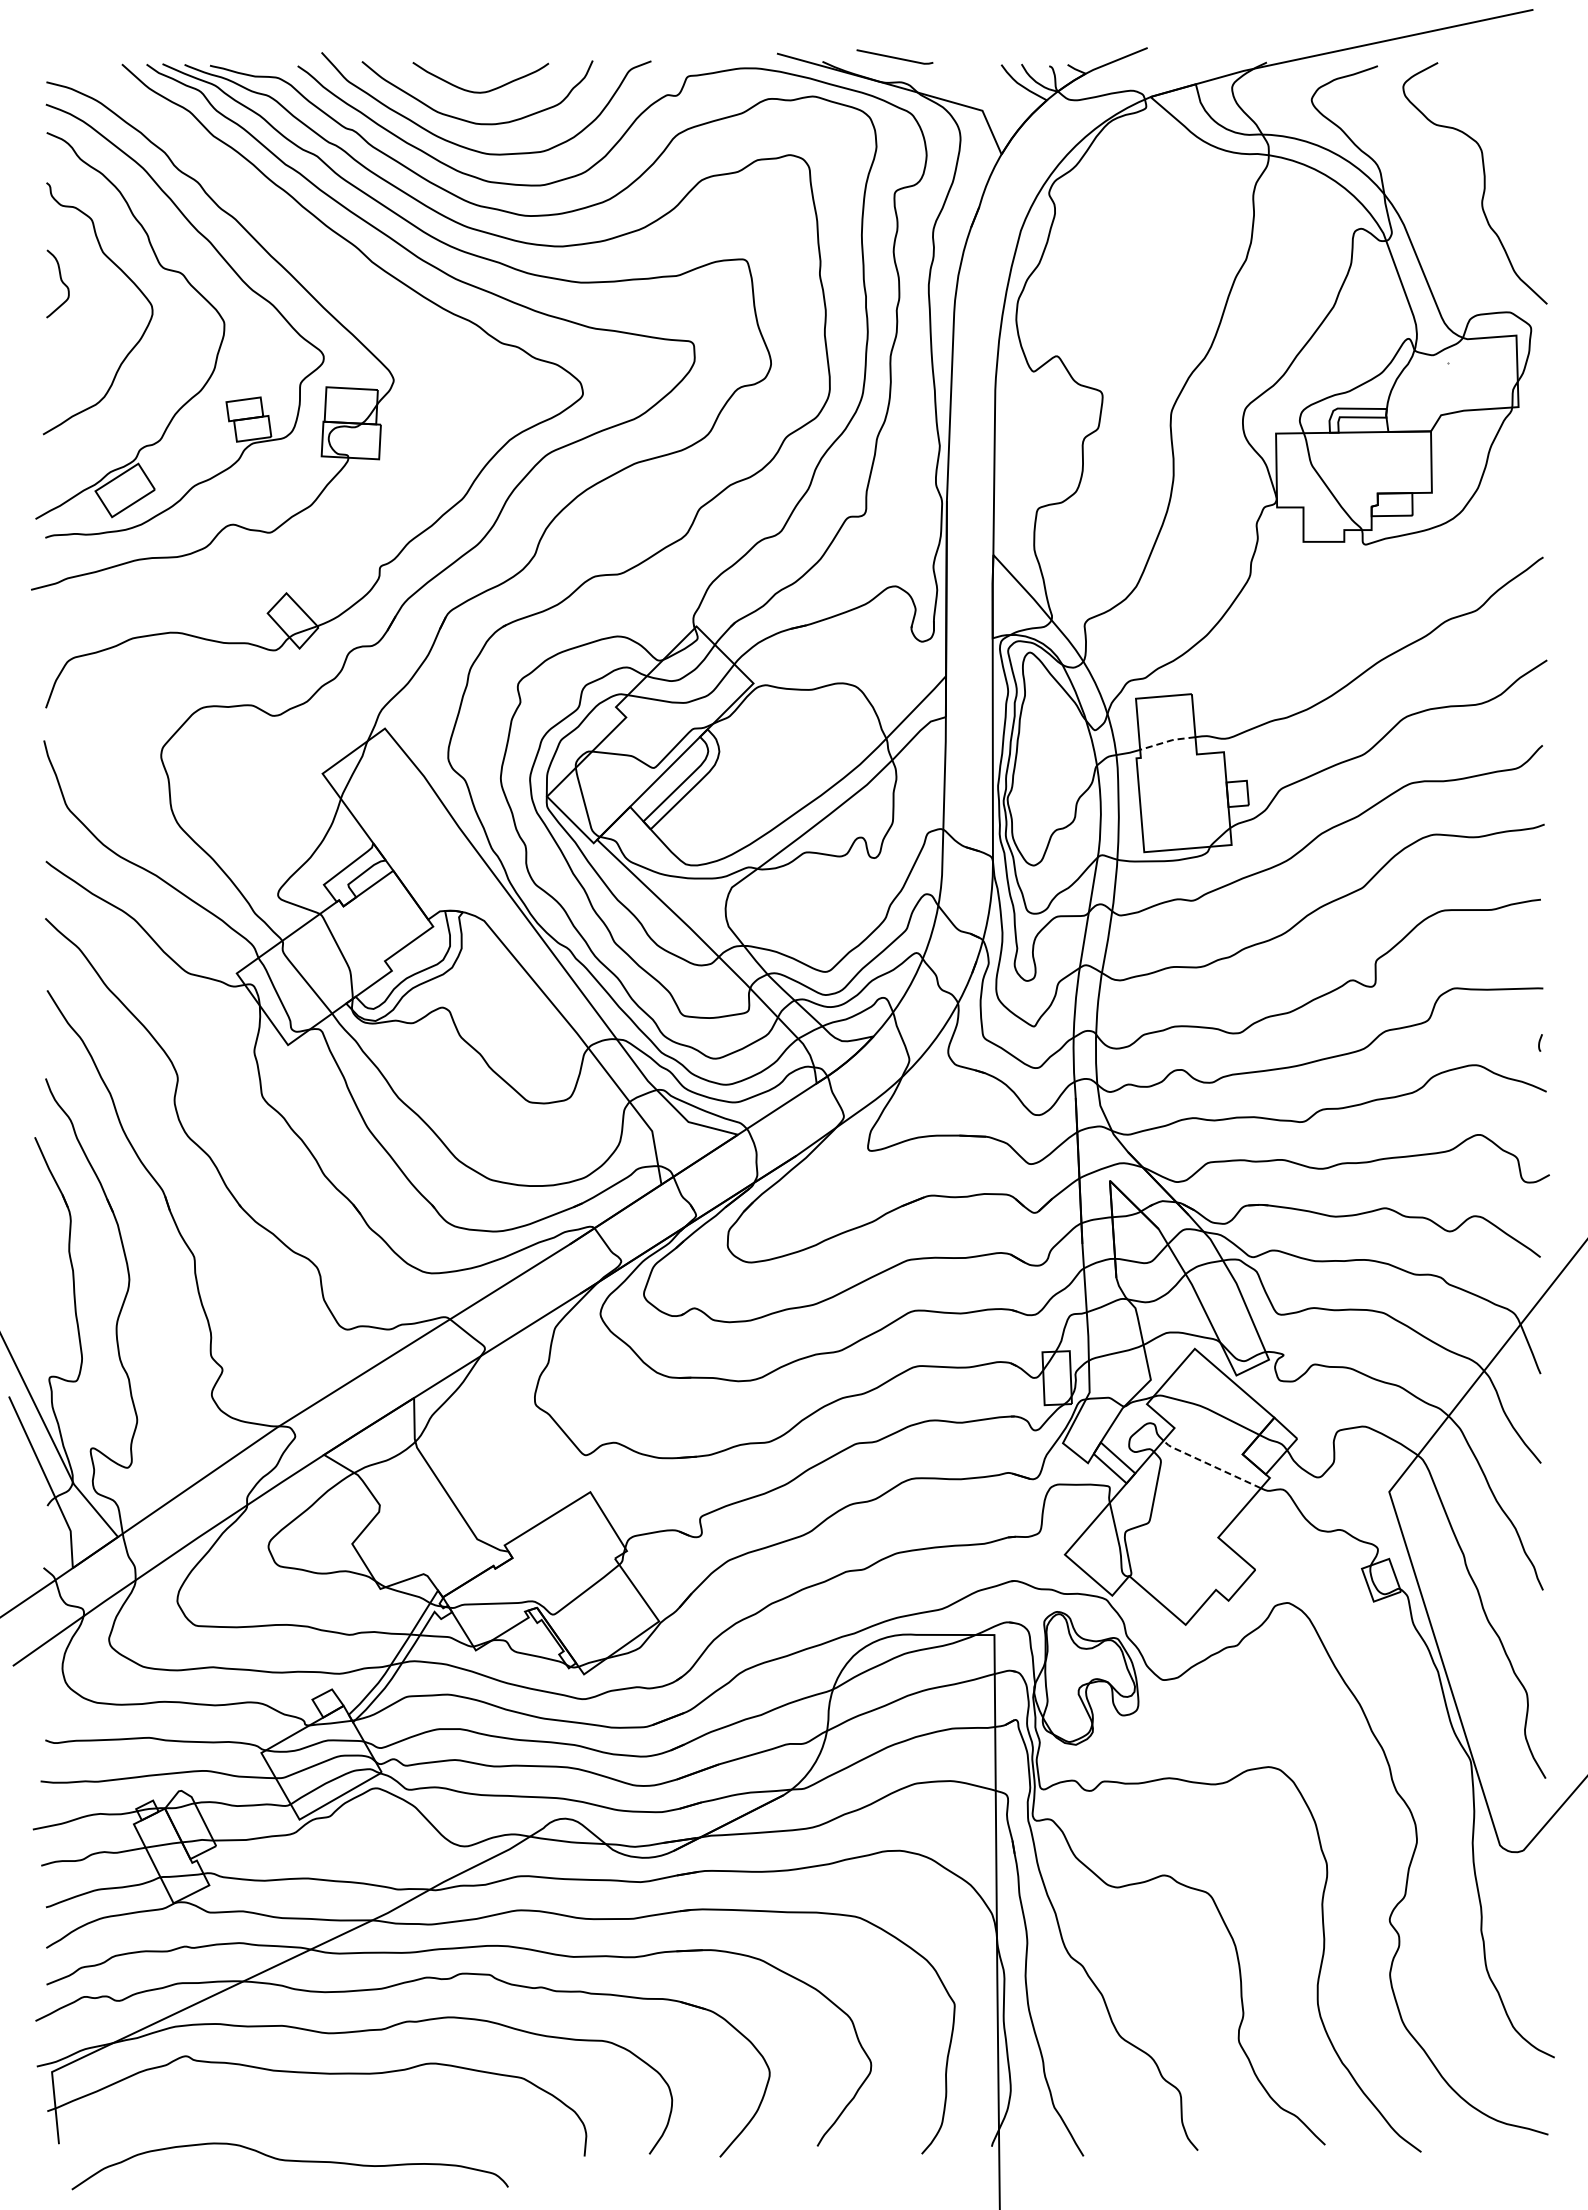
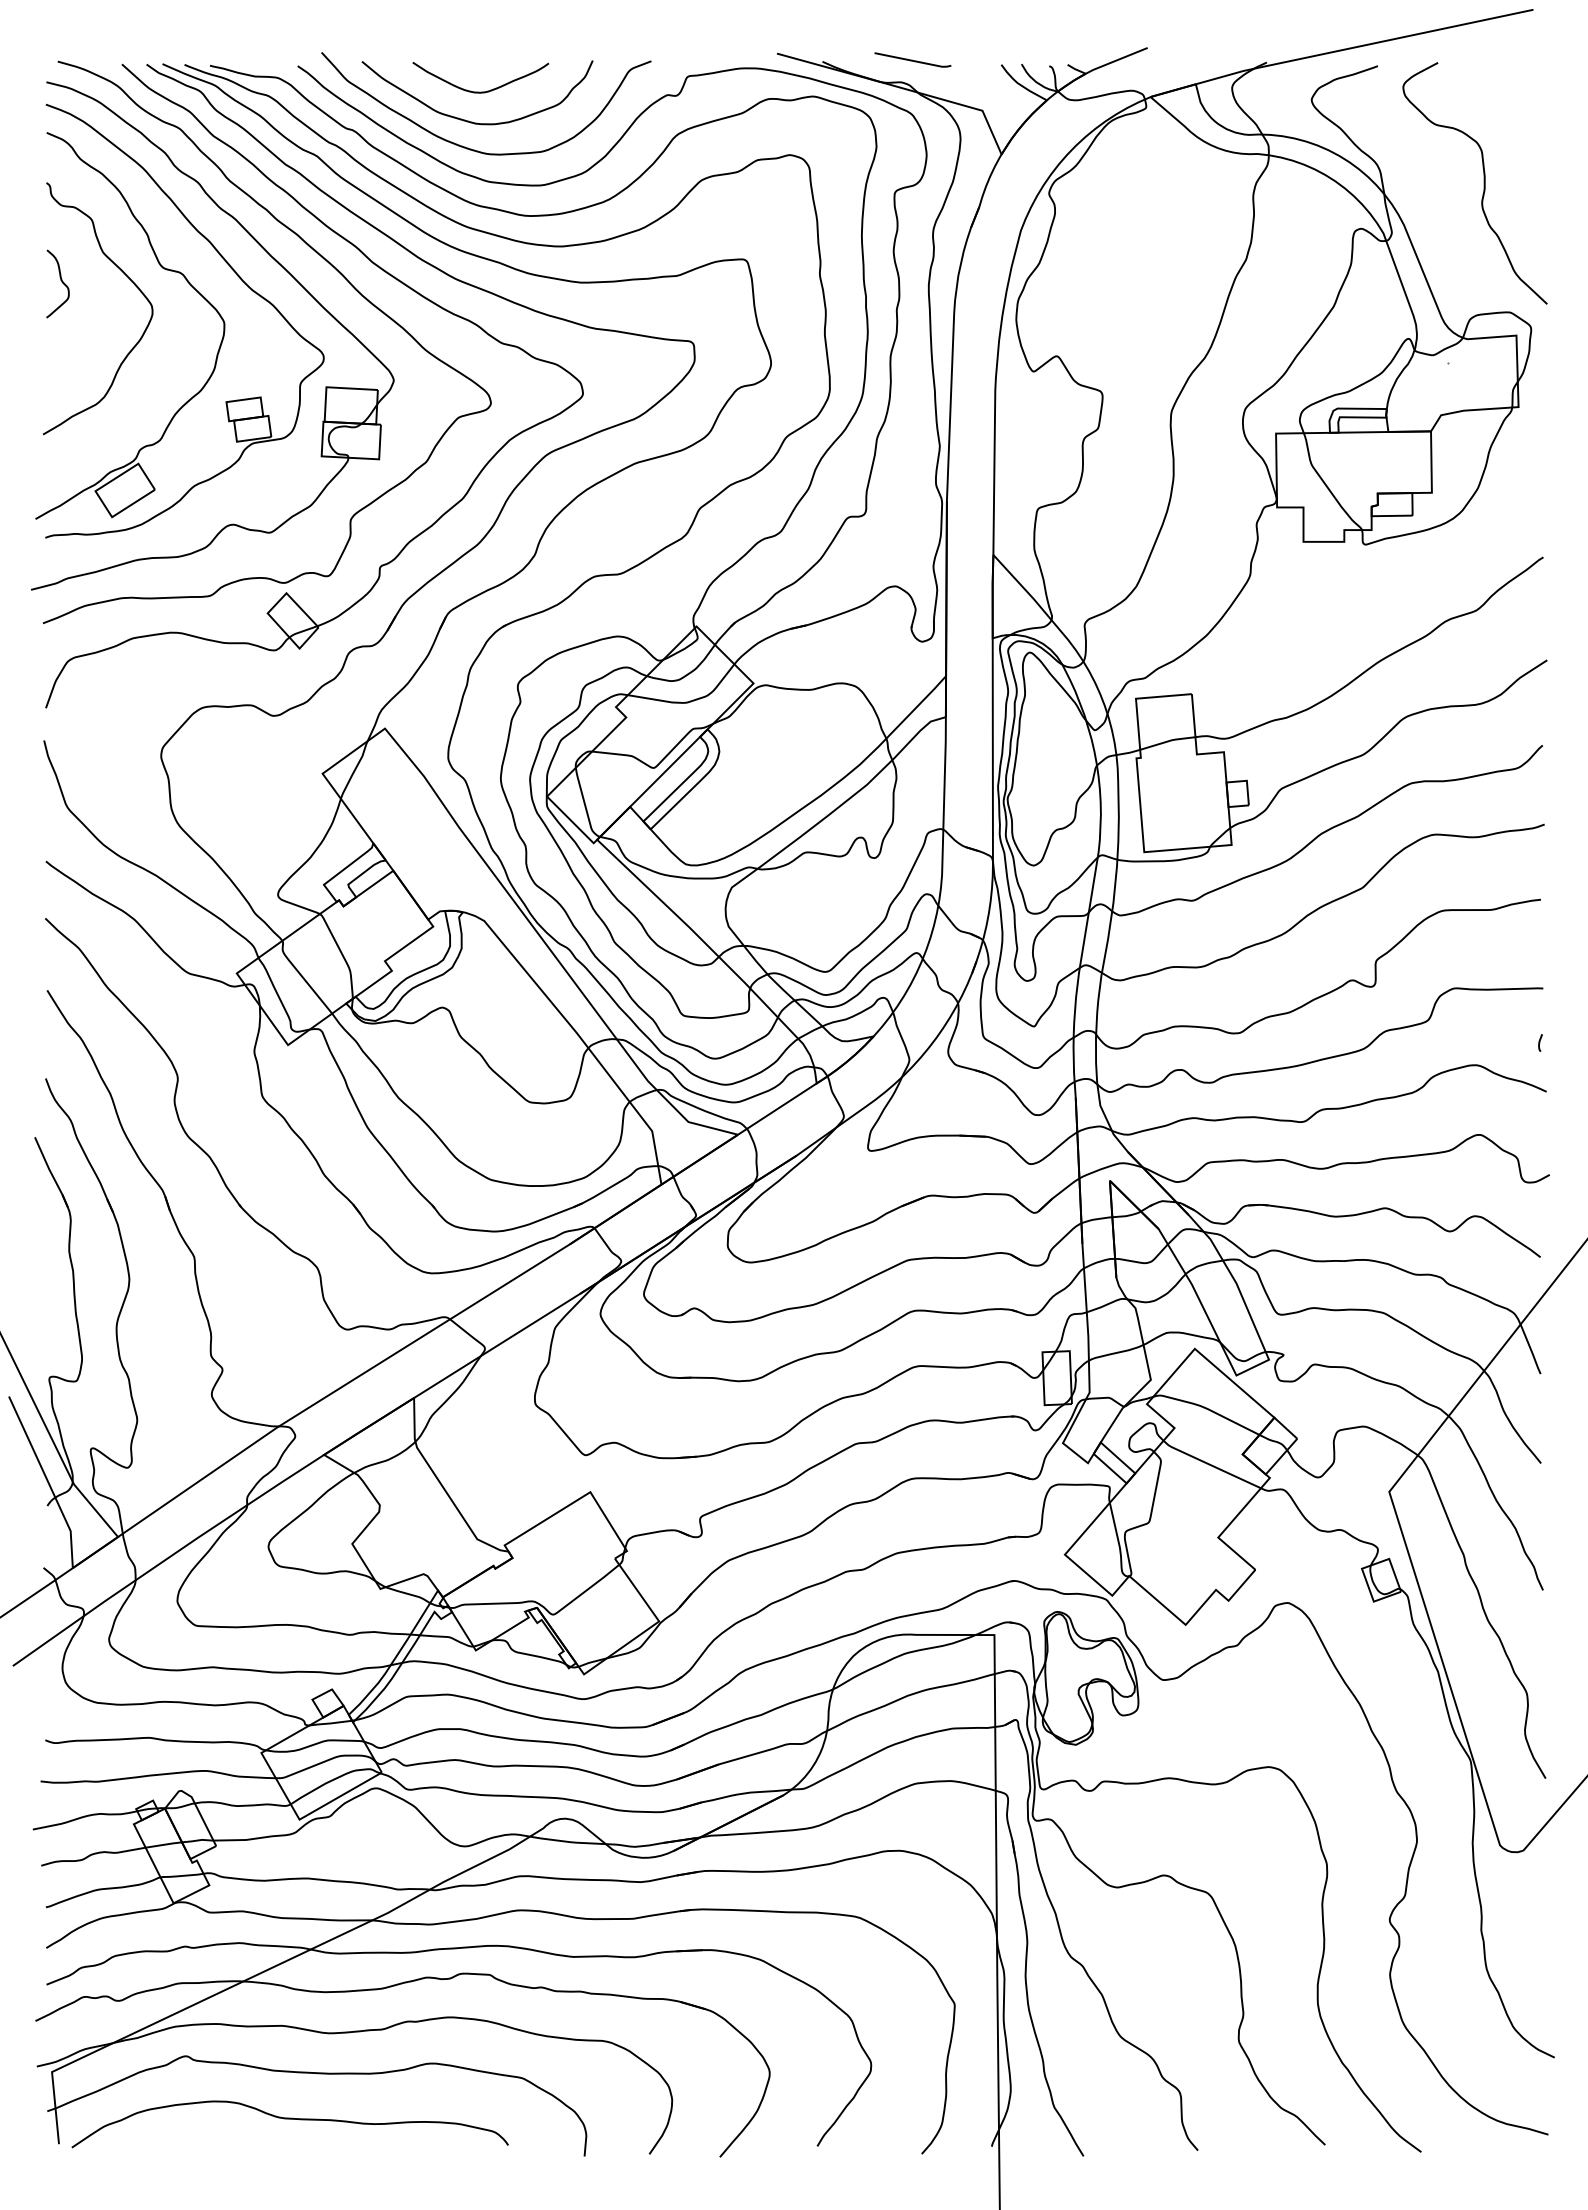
line at (894, 56) position: (894, 56) -> (912, 59)
curve at (331, 266): none -> present
line at (1168, 741): dashed -> solid
line at (1210, 1464): dashed -> solid
curve at (289, 2161) position: (289, 2161) -> (289, 2119)
